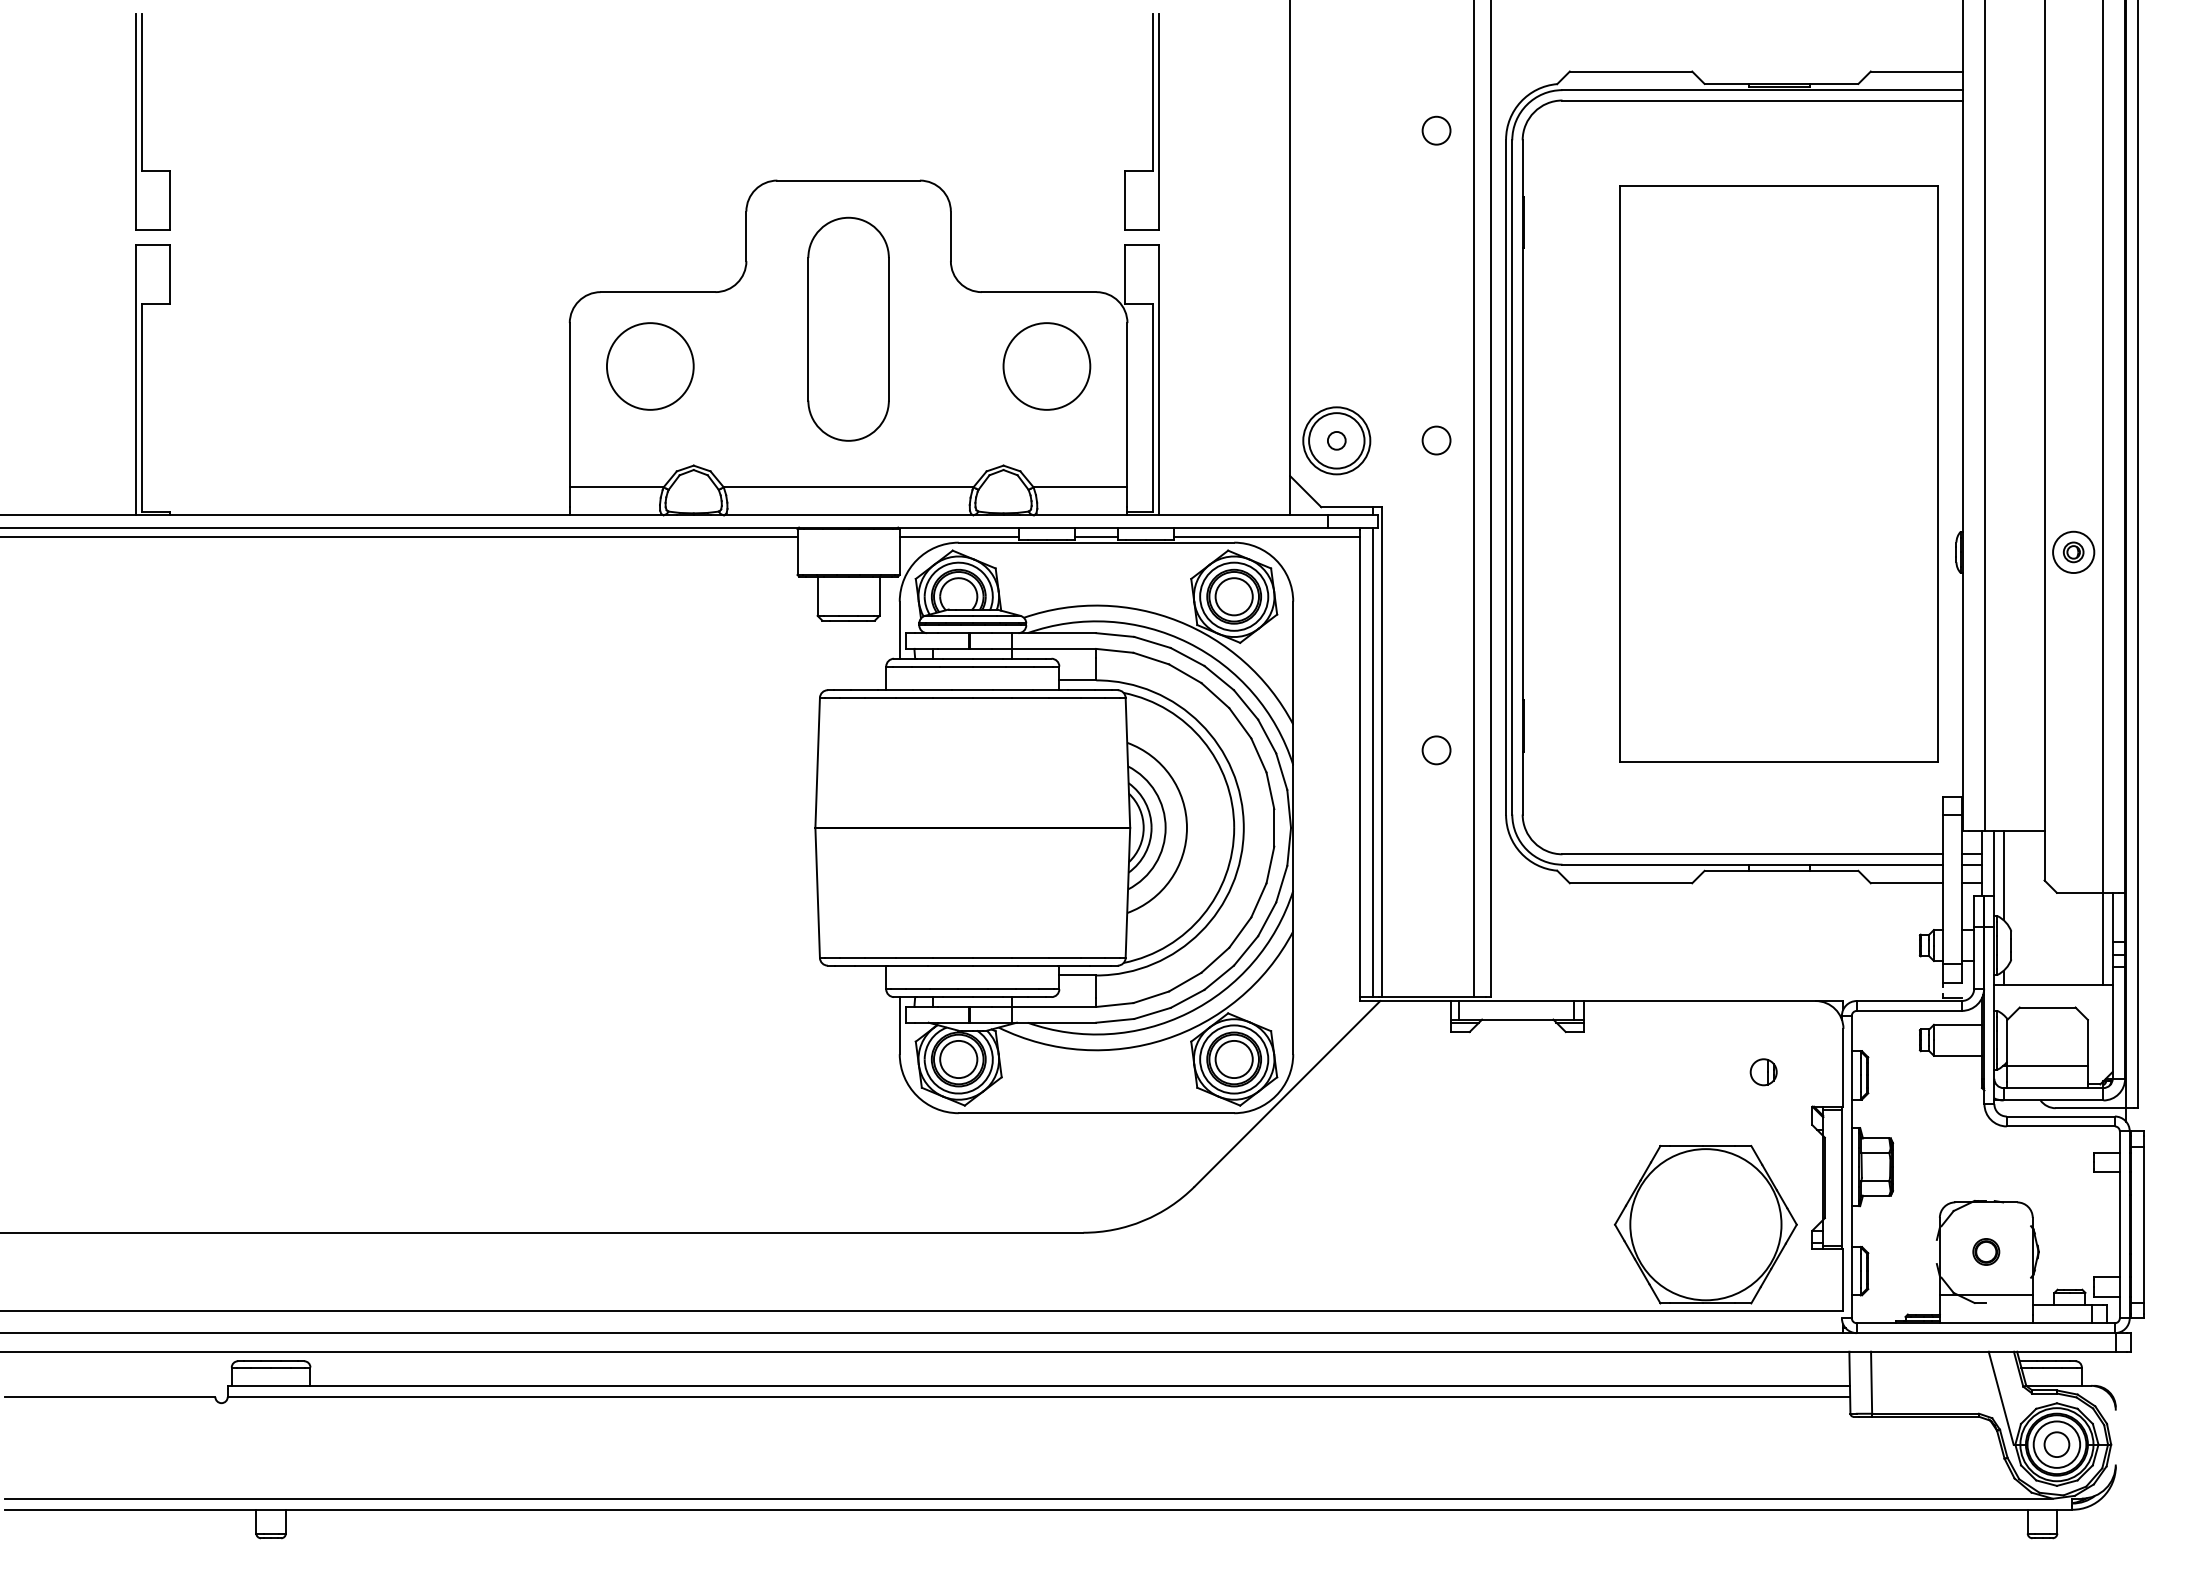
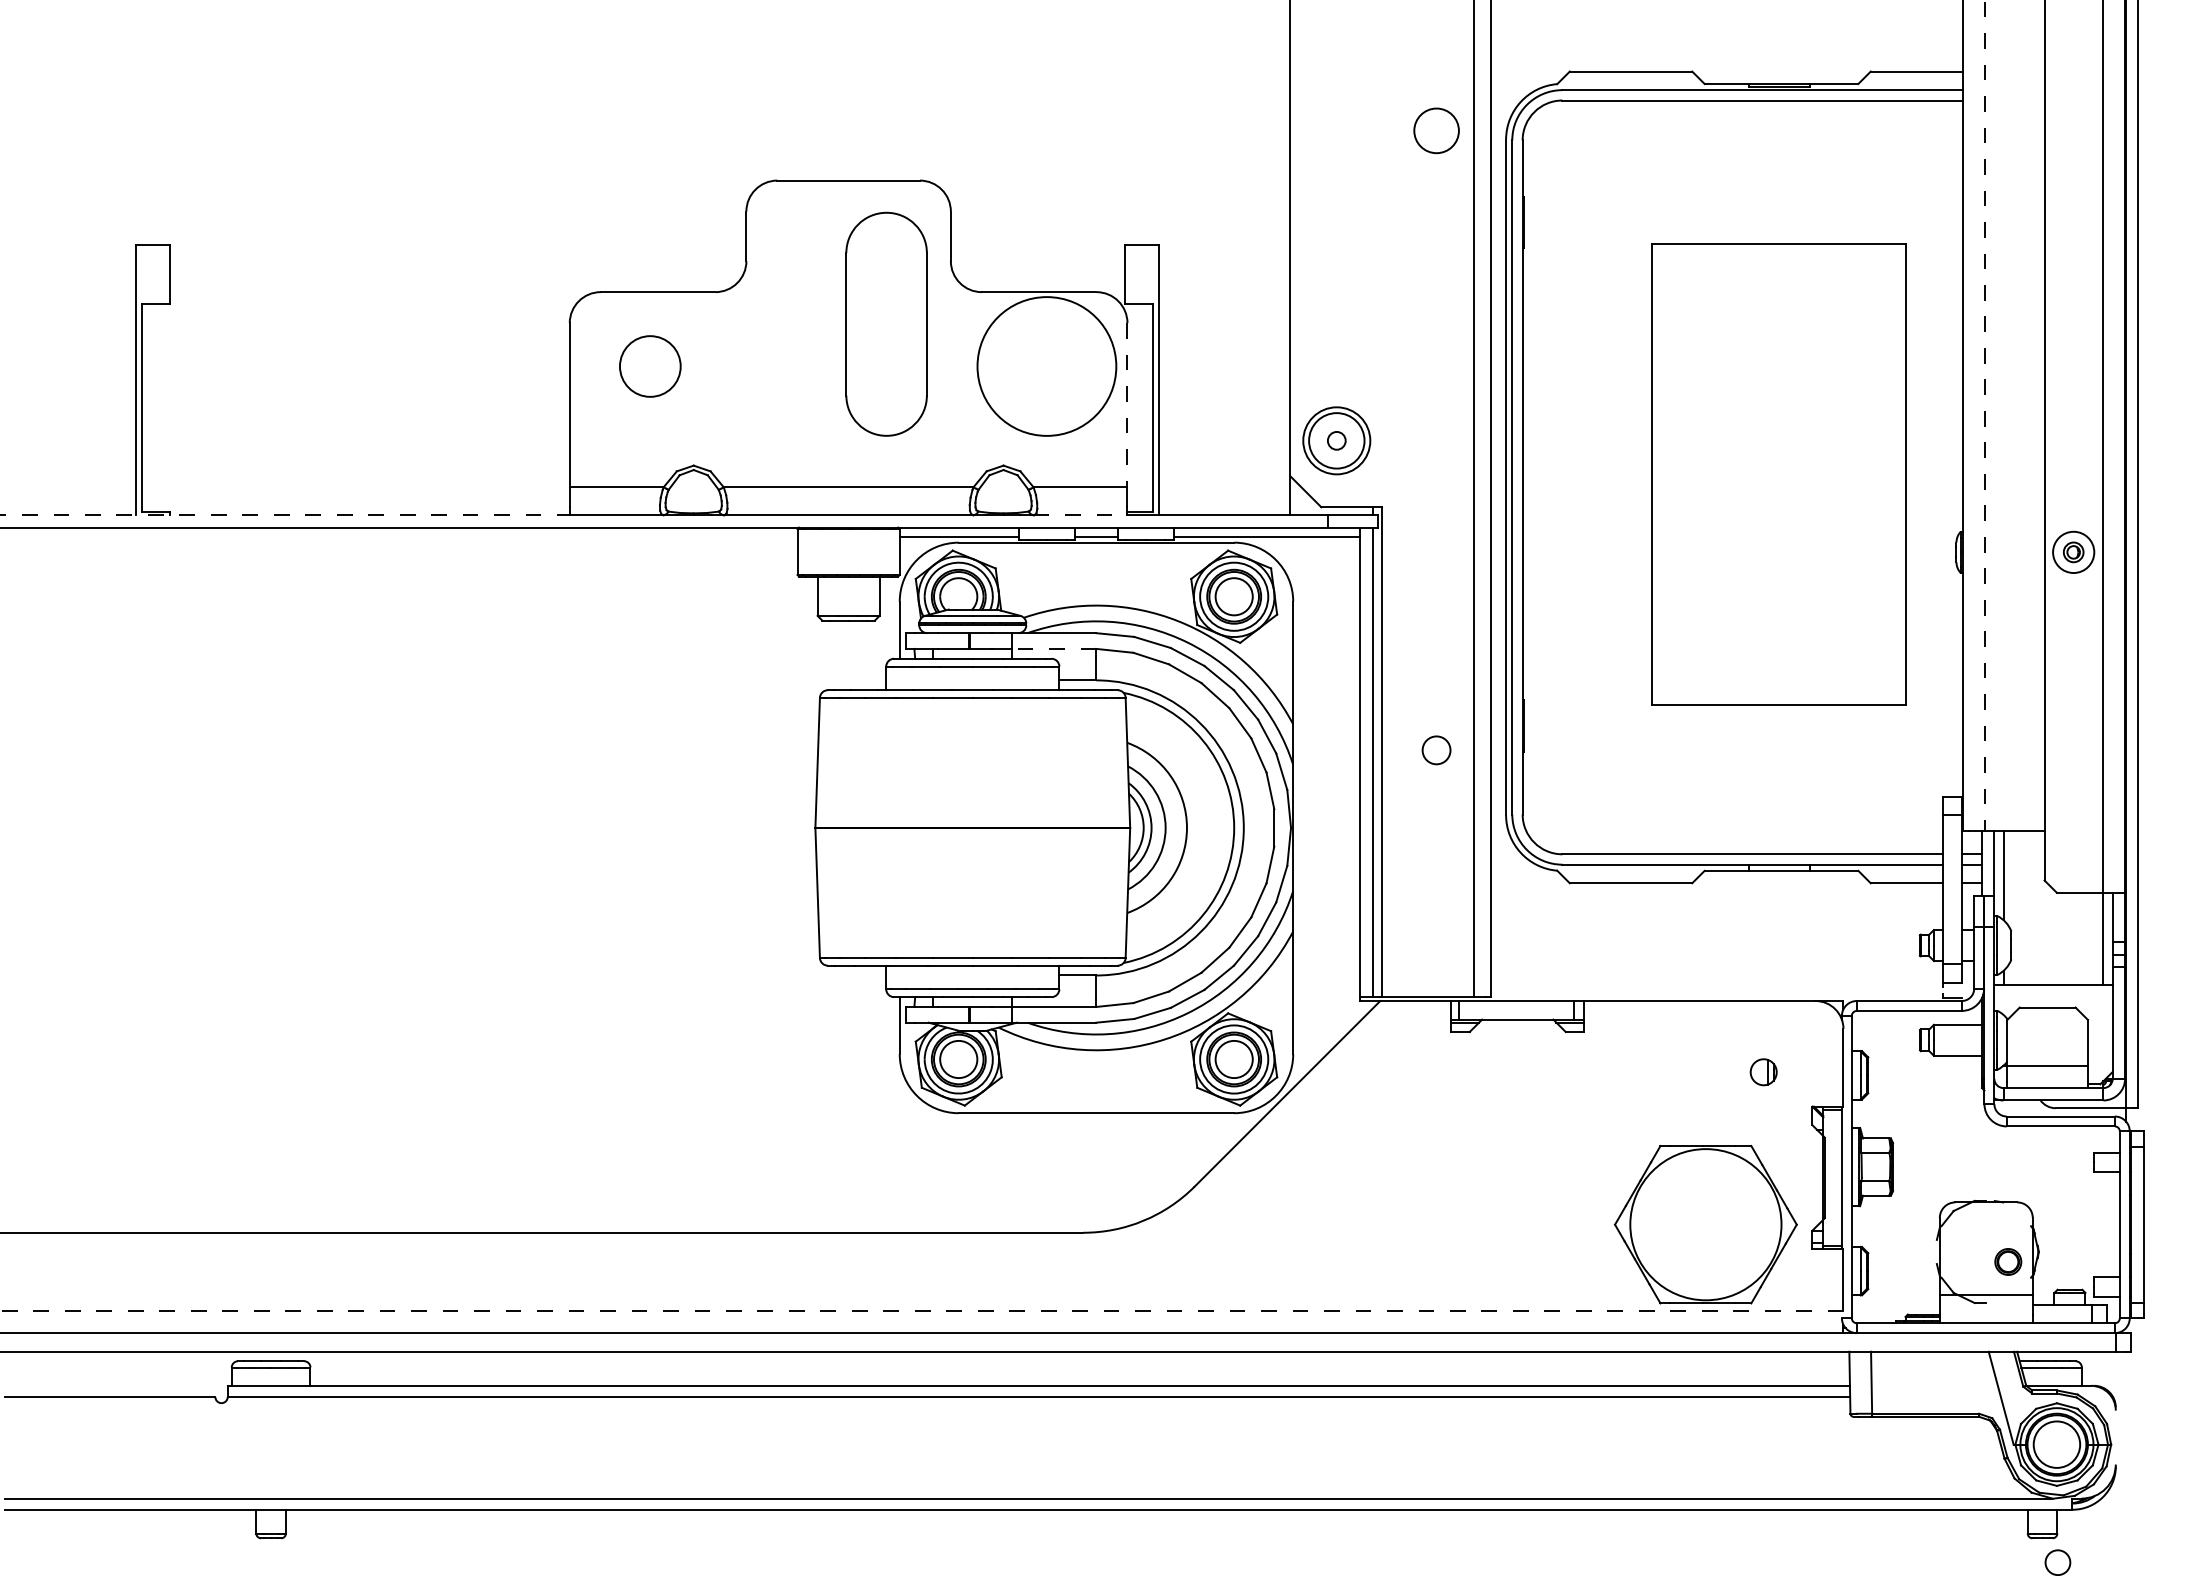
part at (142, 121): present -> none
part at (1152, 121): present -> none
circle at (1436, 130) size: 31x31 px -> 47x48 px
part at (848, 328) position: (848, 328) -> (886, 323)
circle at (649, 366) diameter: 87 px -> 61 px
circle at (1046, 366) diameter: 87 px -> 139 px
line at (1127, 405): solid -> dashed
line at (1985, 415): solid -> dashed
circle at (1436, 440): present -> none
part at (1778, 473) size: 320x578 px -> 256x463 px
line at (284, 515): solid -> dashed
line at (1080, 515): solid -> dashed
line at (399, 536): present -> none
line at (1053, 648): solid -> dashed
part at (1986, 1251) position: (1986, 1251) -> (2008, 1261)
line at (921, 1311): solid -> dashed
circle at (2056, 1444) position: (2056, 1444) -> (2057, 1562)
